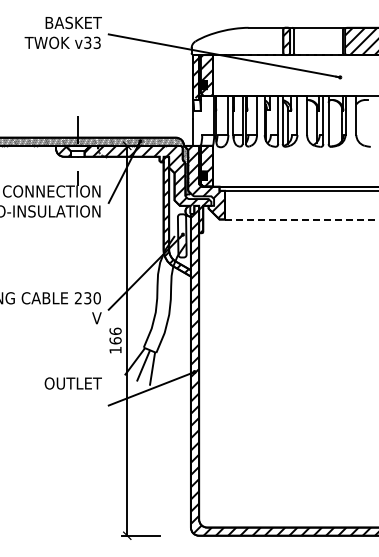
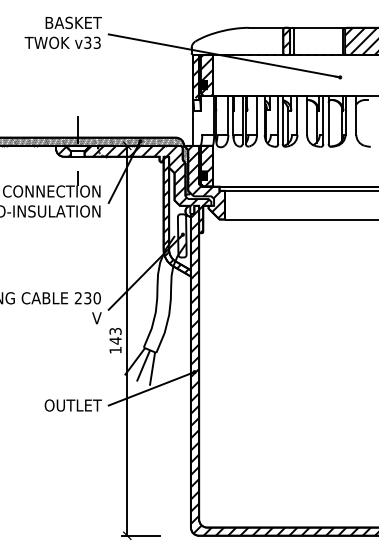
line at (301, 219): dashed -> solid
text at (115, 335): 166 -> 143
text at (72, 383) position: (72, 383) -> (72, 405)
